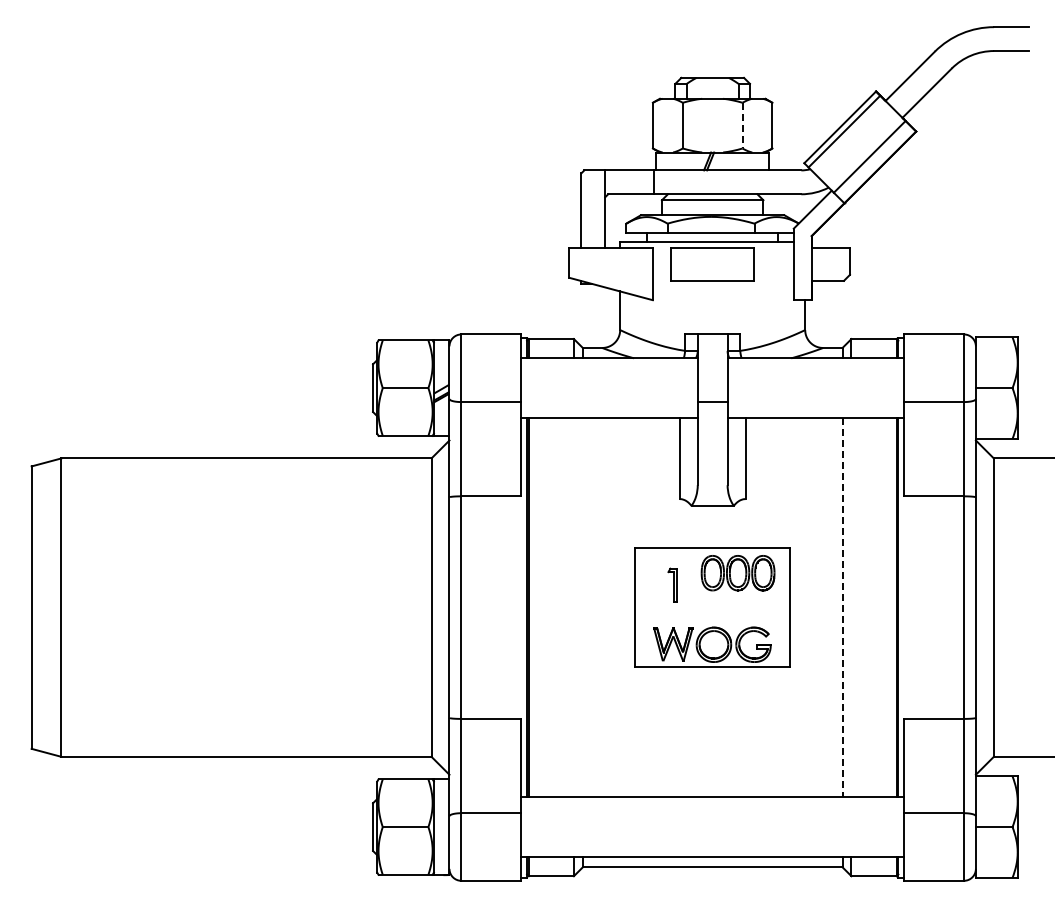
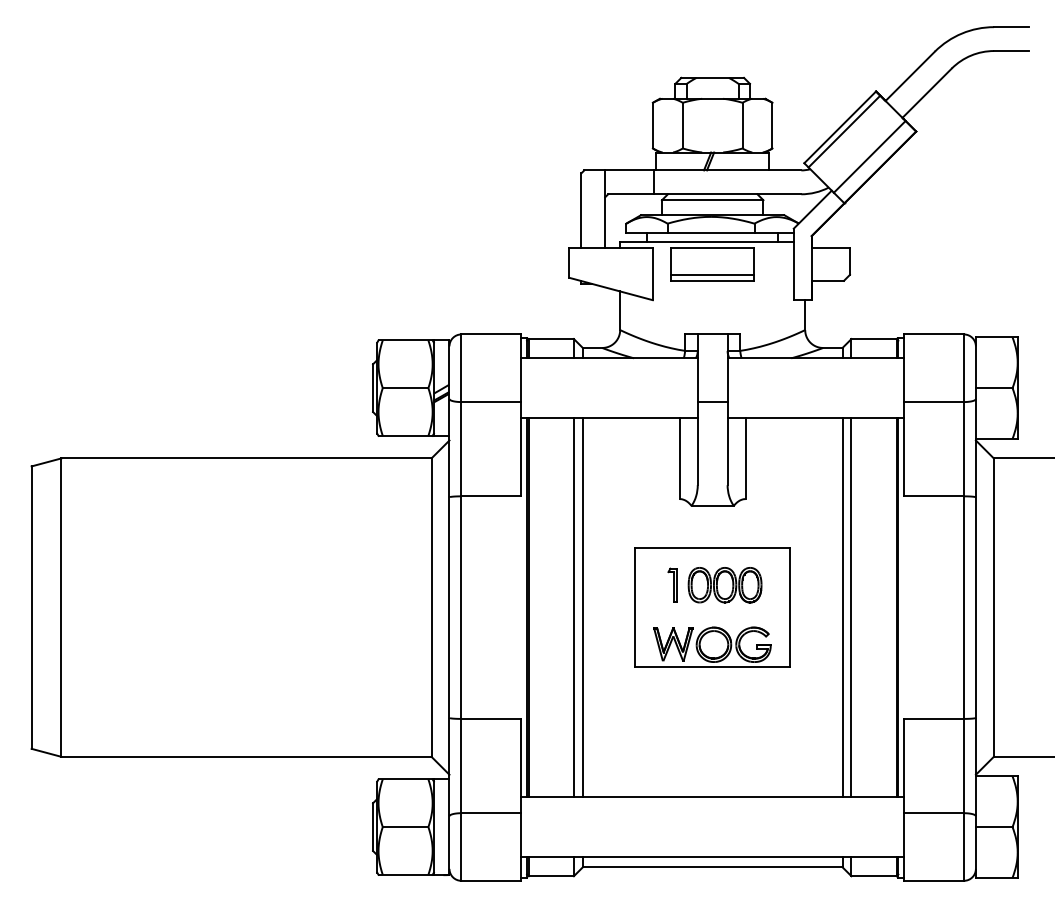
line at (742, 125): dashed -> solid
line at (712, 274): none -> present
part at (737, 573) position: (737, 573) -> (724, 585)
line at (573, 607): none -> present
line at (582, 607): none -> present
line at (842, 607): dashed -> solid
line at (851, 607): none -> present
